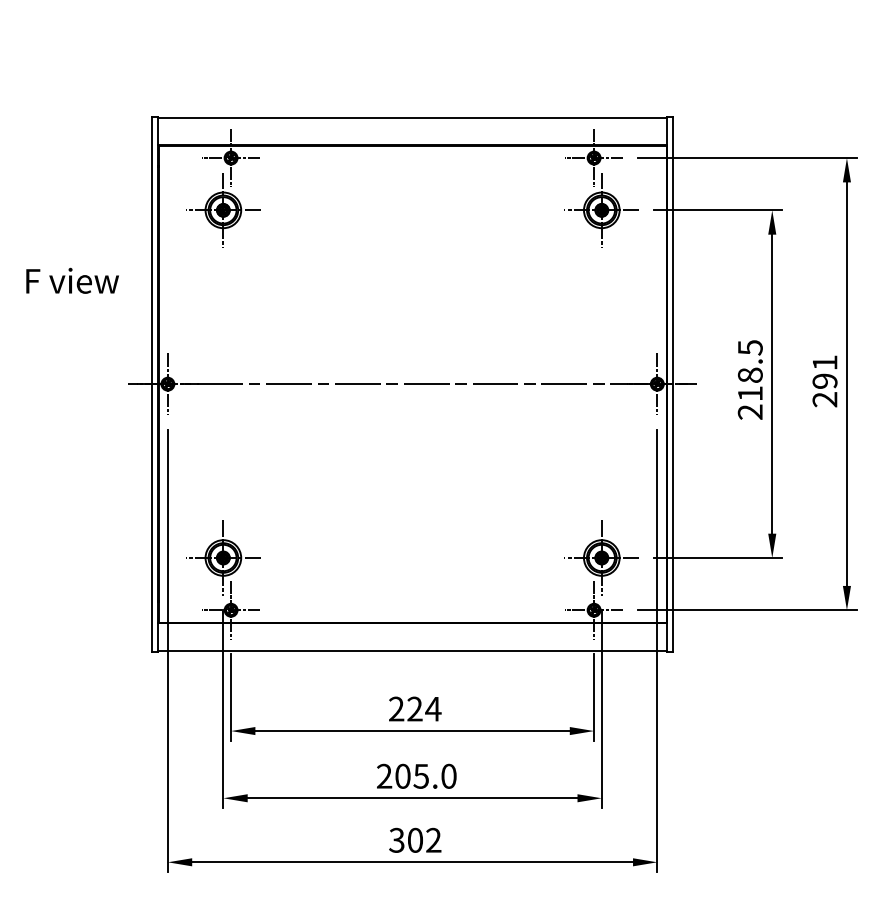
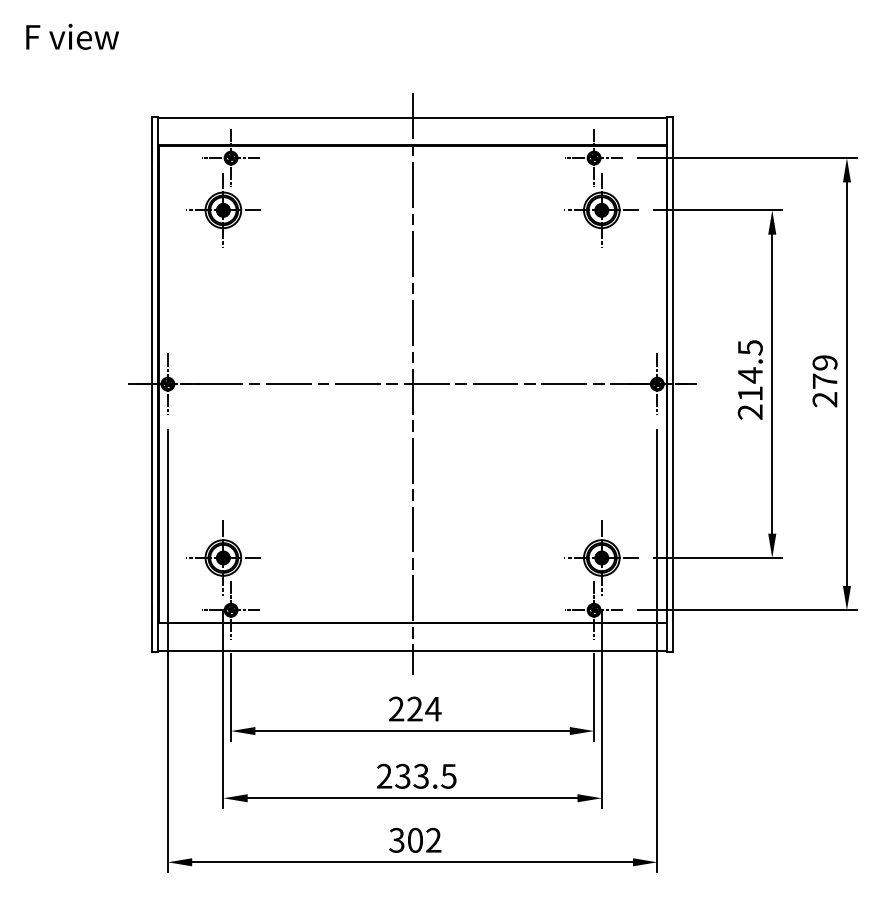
text at (72, 280) position: (72, 280) -> (72, 36)
text at (824, 371): 291 -> 279
text at (749, 375): 218.5 -> 214.5
line at (412, 384): none -> present
text at (425, 775): 205.0 -> 233.5
